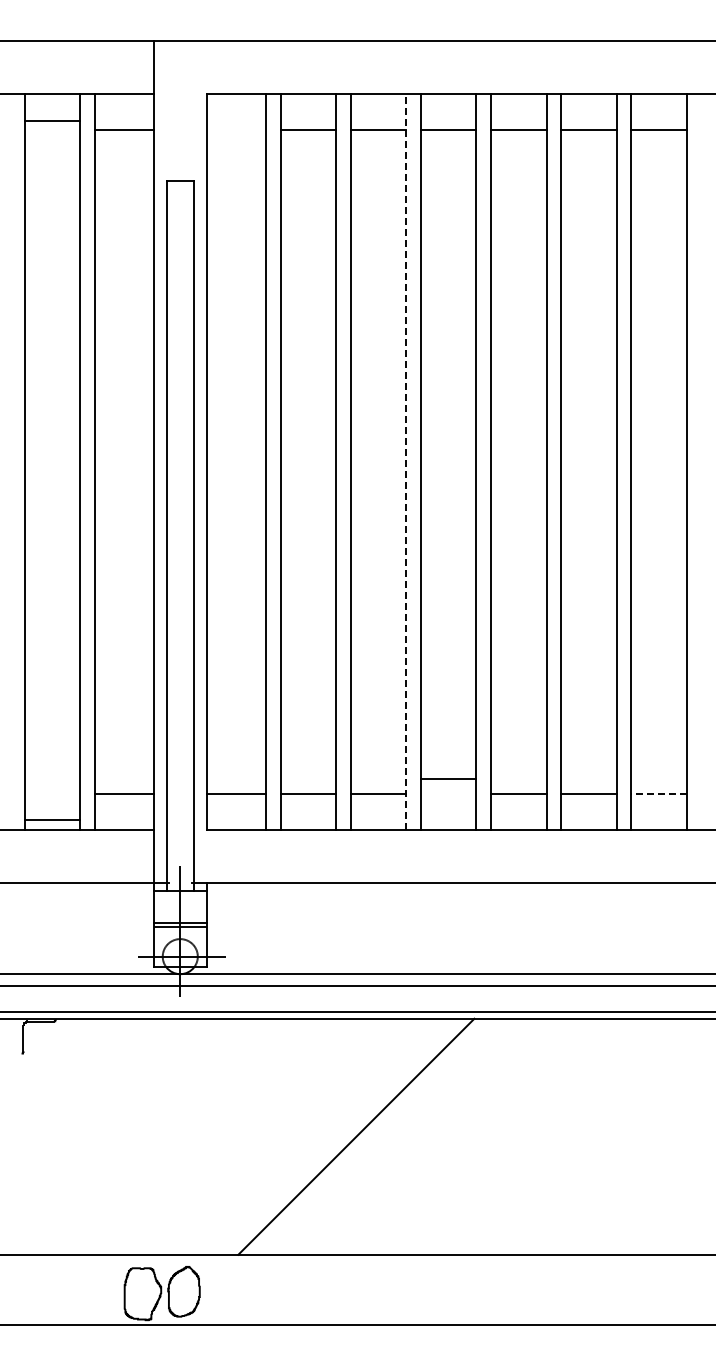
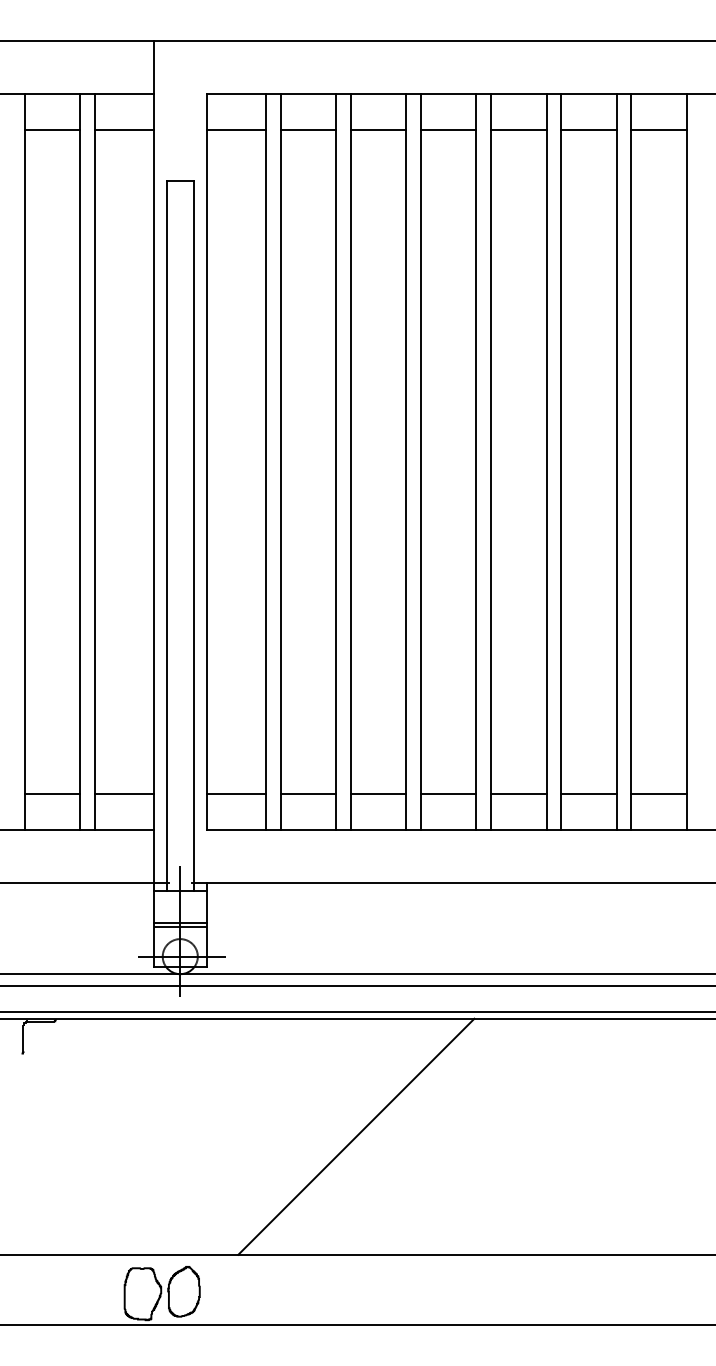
line at (51, 121) position: (51, 121) -> (51, 130)
line at (235, 130): none -> present
line at (406, 461): dashed -> solid
line at (448, 778) position: (448, 778) -> (448, 793)
line at (659, 793): dashed -> solid
line at (51, 819) position: (51, 819) -> (51, 793)
